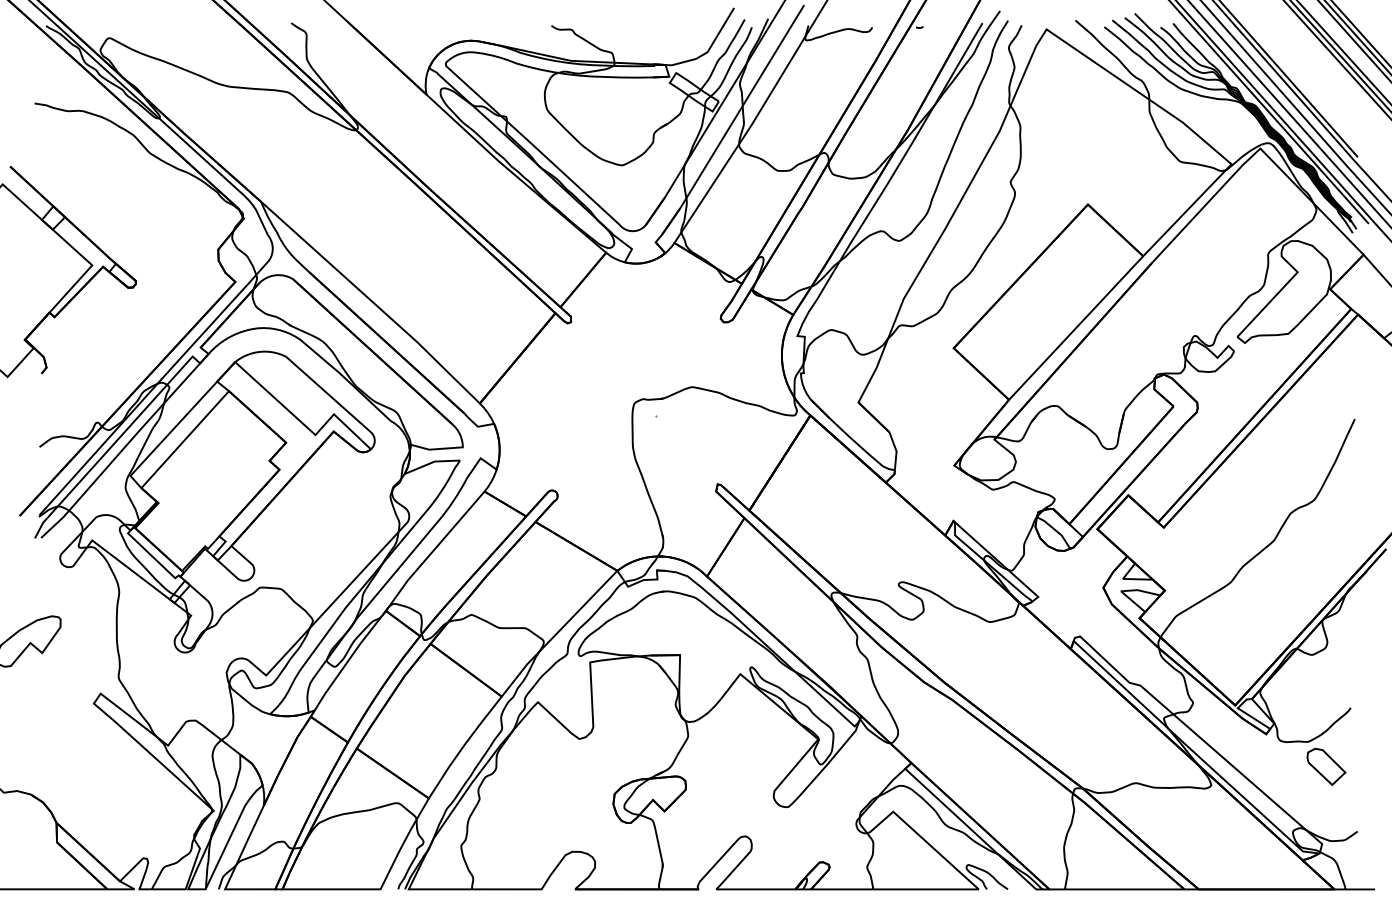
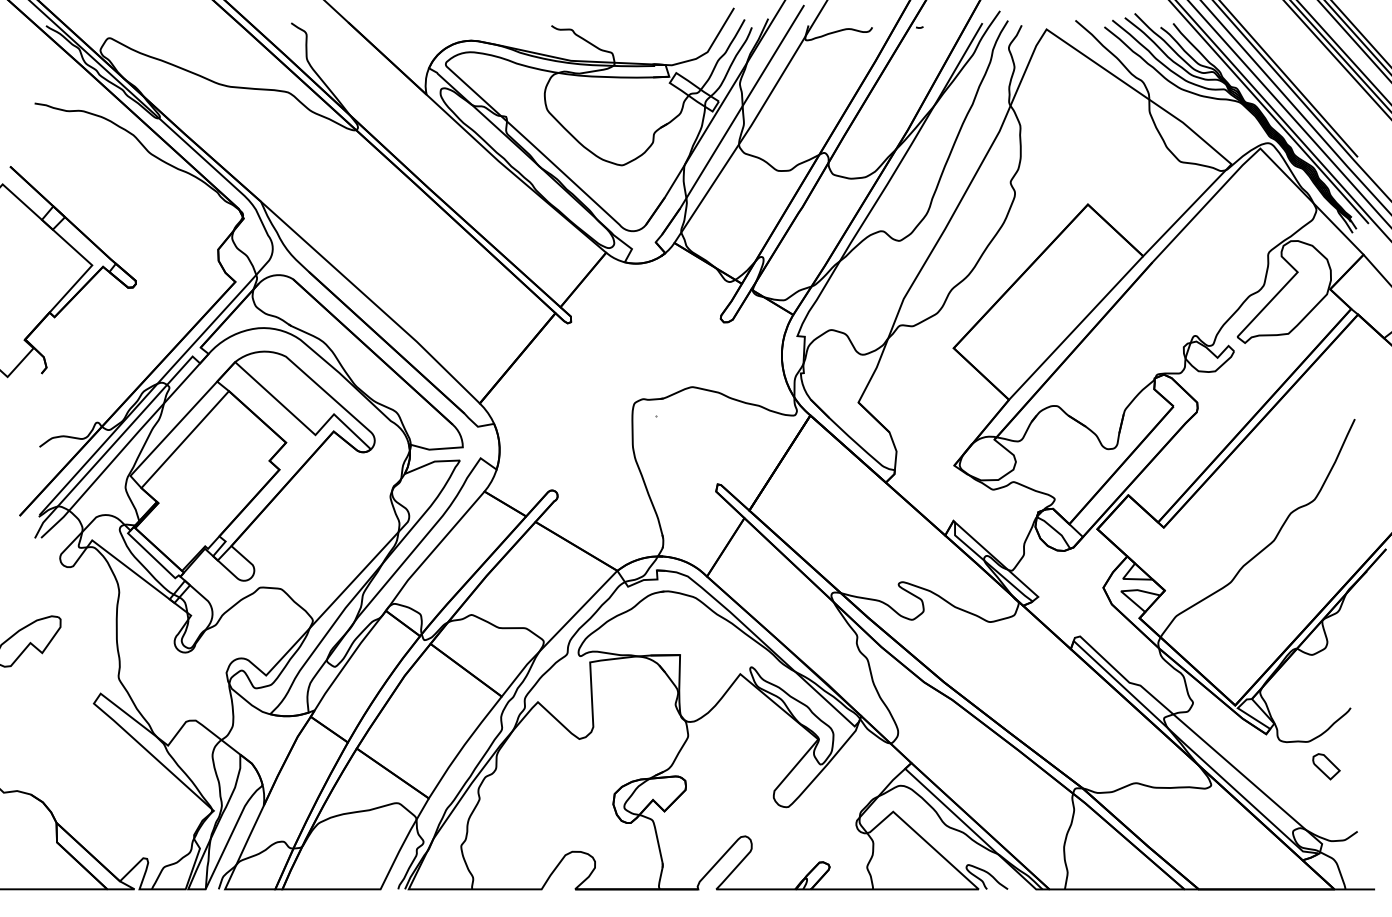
part at (1326, 766) size: 41x39 px -> 29x28 px
